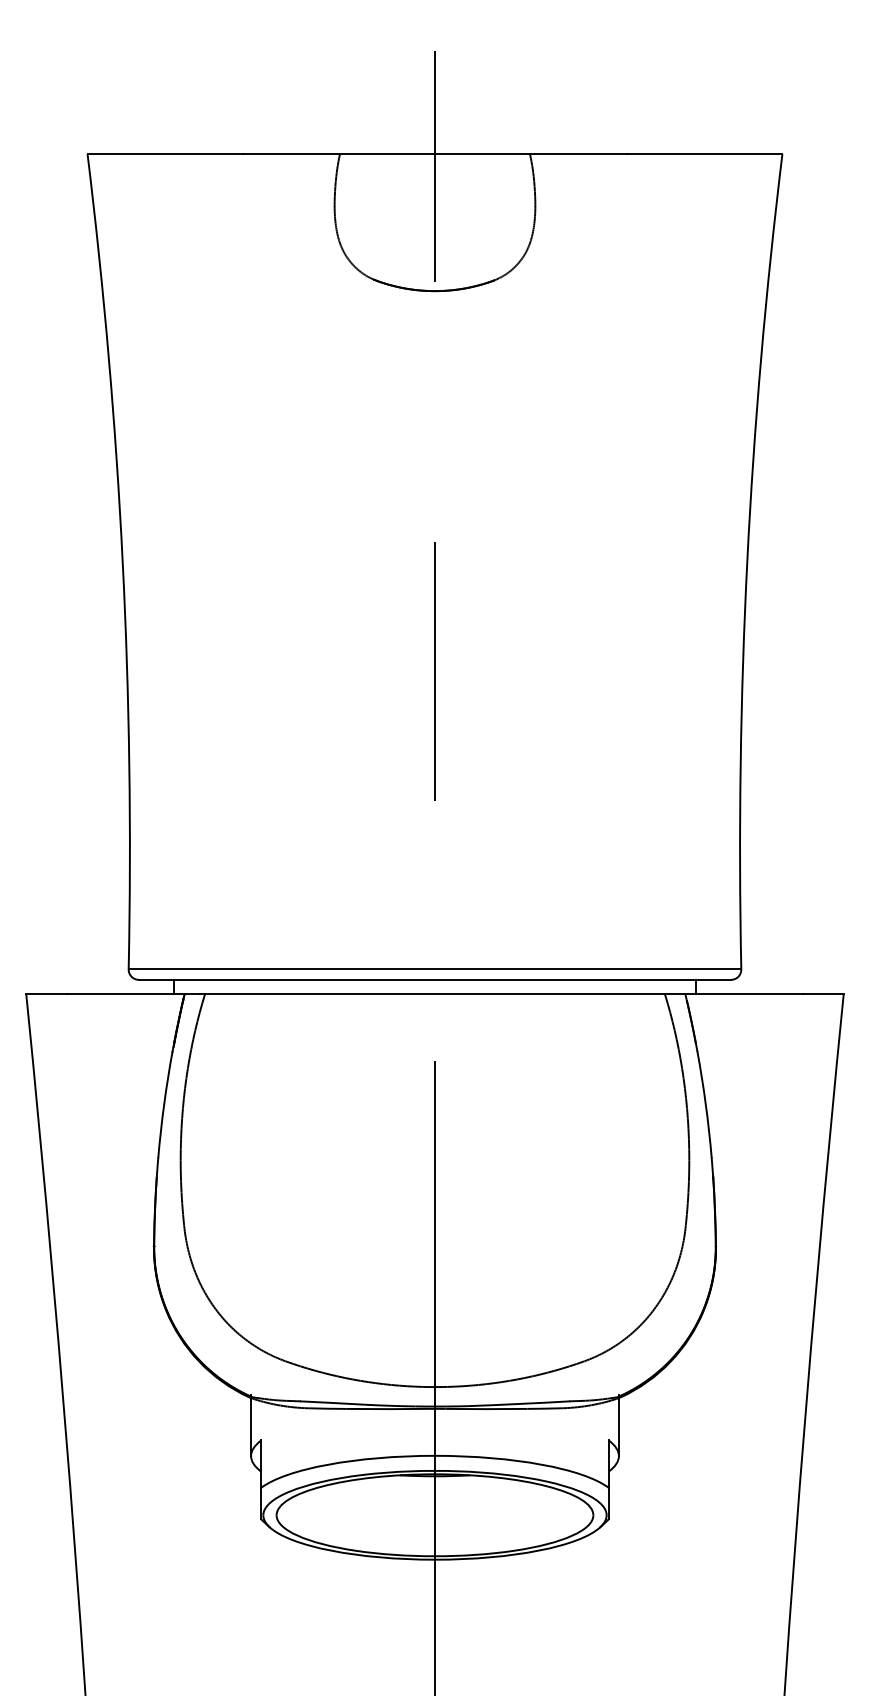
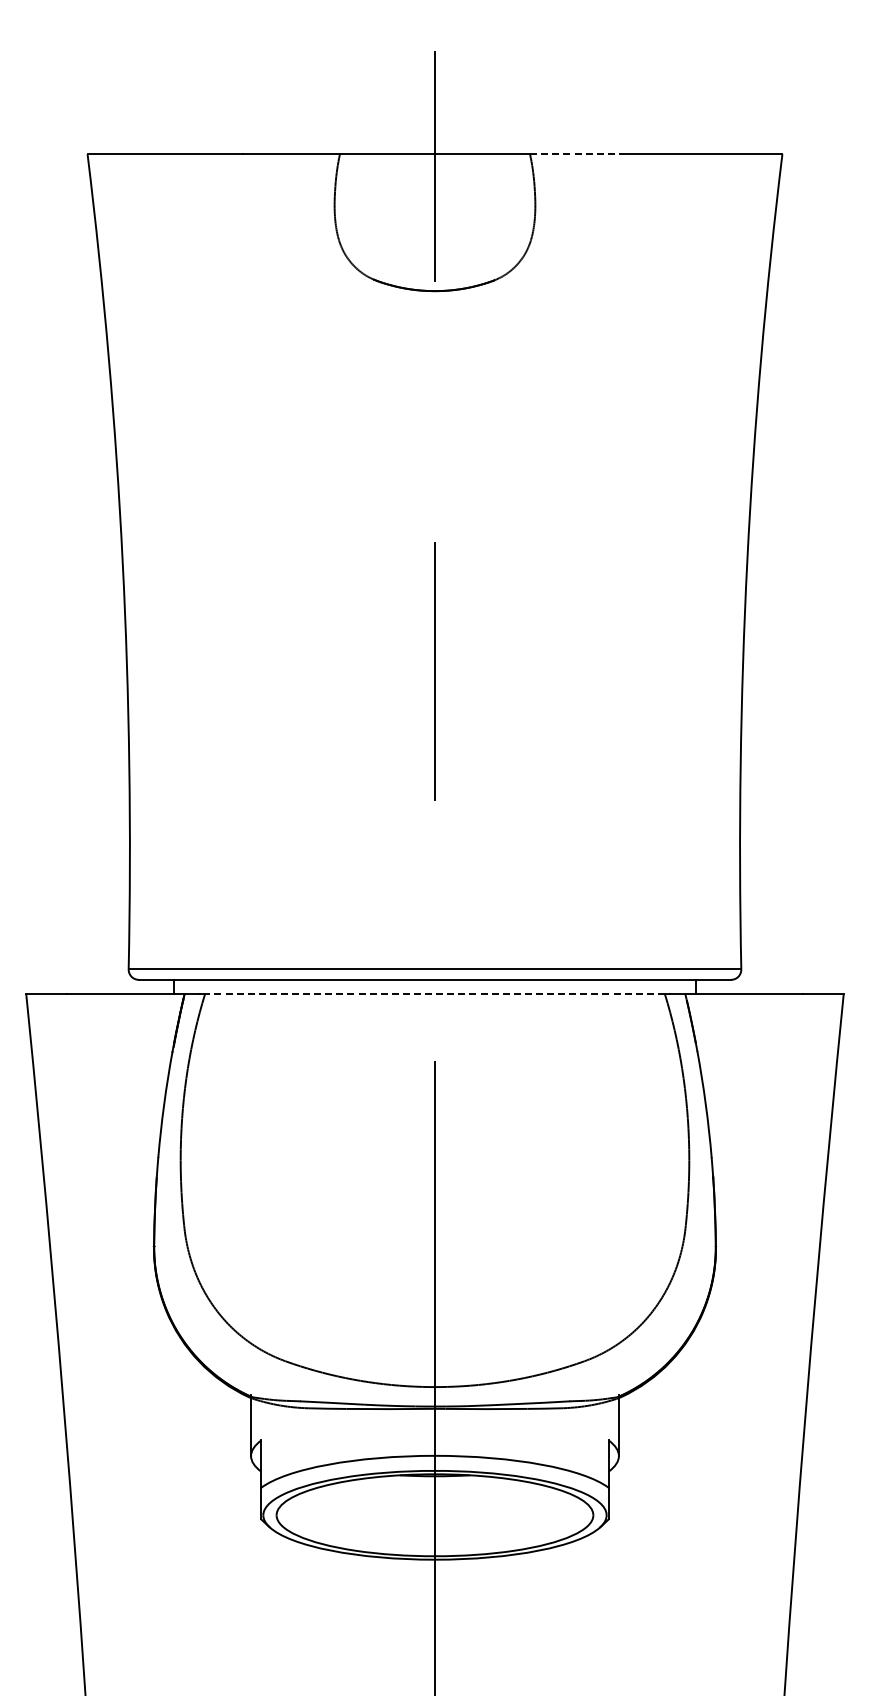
line at (578, 154): solid -> dashed
line at (435, 994): solid -> dashed
